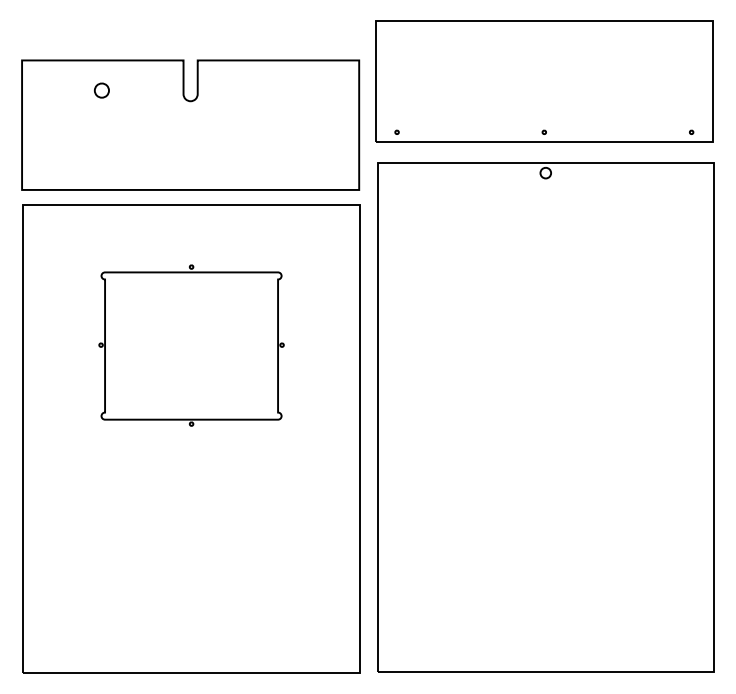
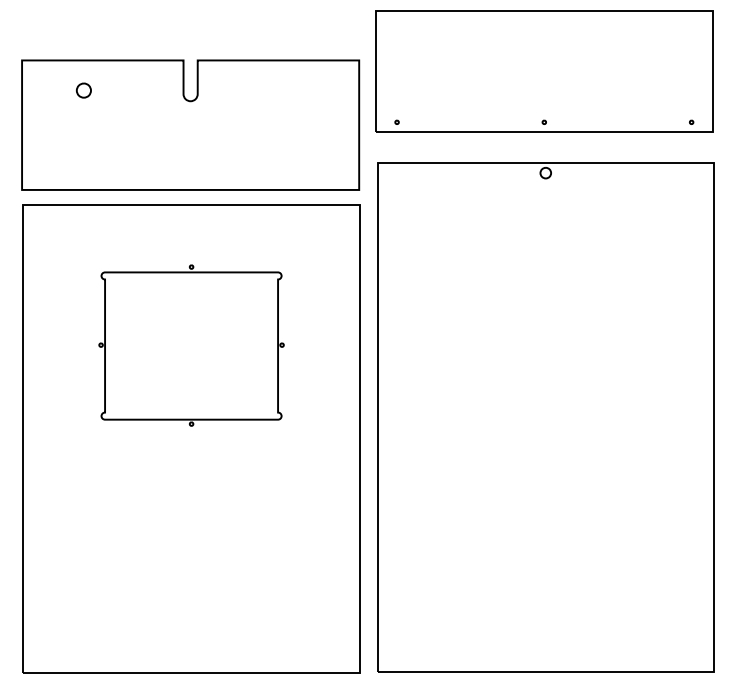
part at (544, 81) position: (544, 81) -> (544, 71)
part at (101, 90) position: (101, 90) -> (83, 90)
